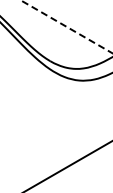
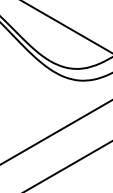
line at (66, 26): dashed -> solid
line at (55, 132): none -> present
